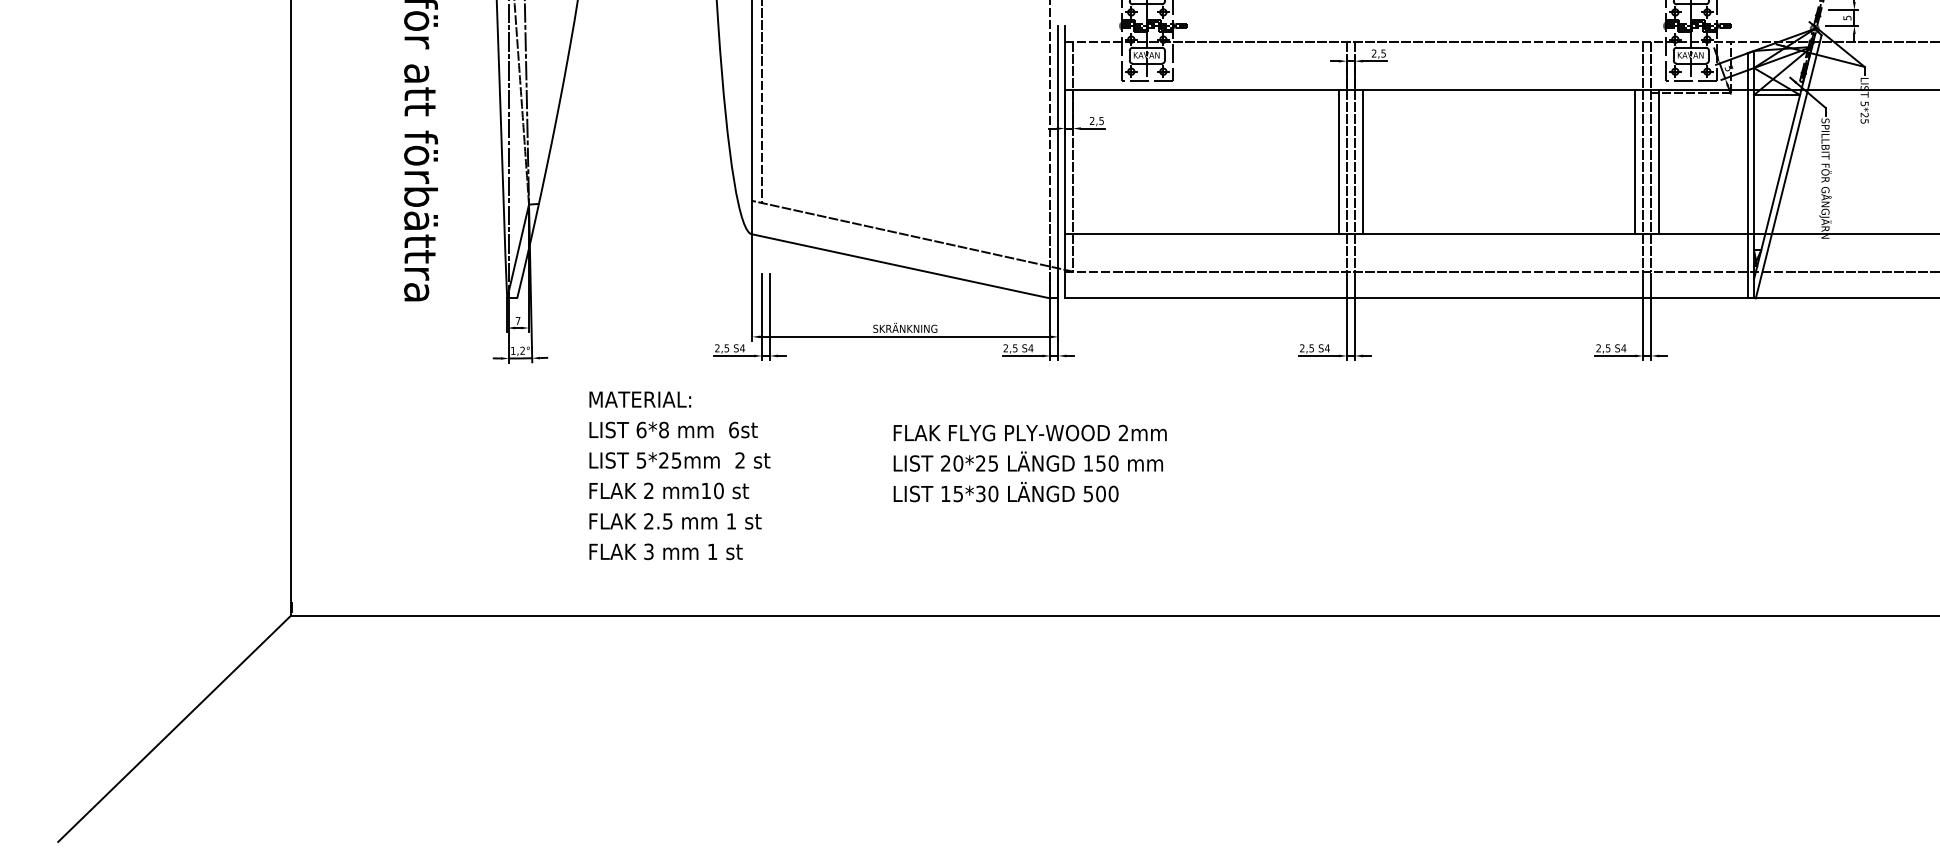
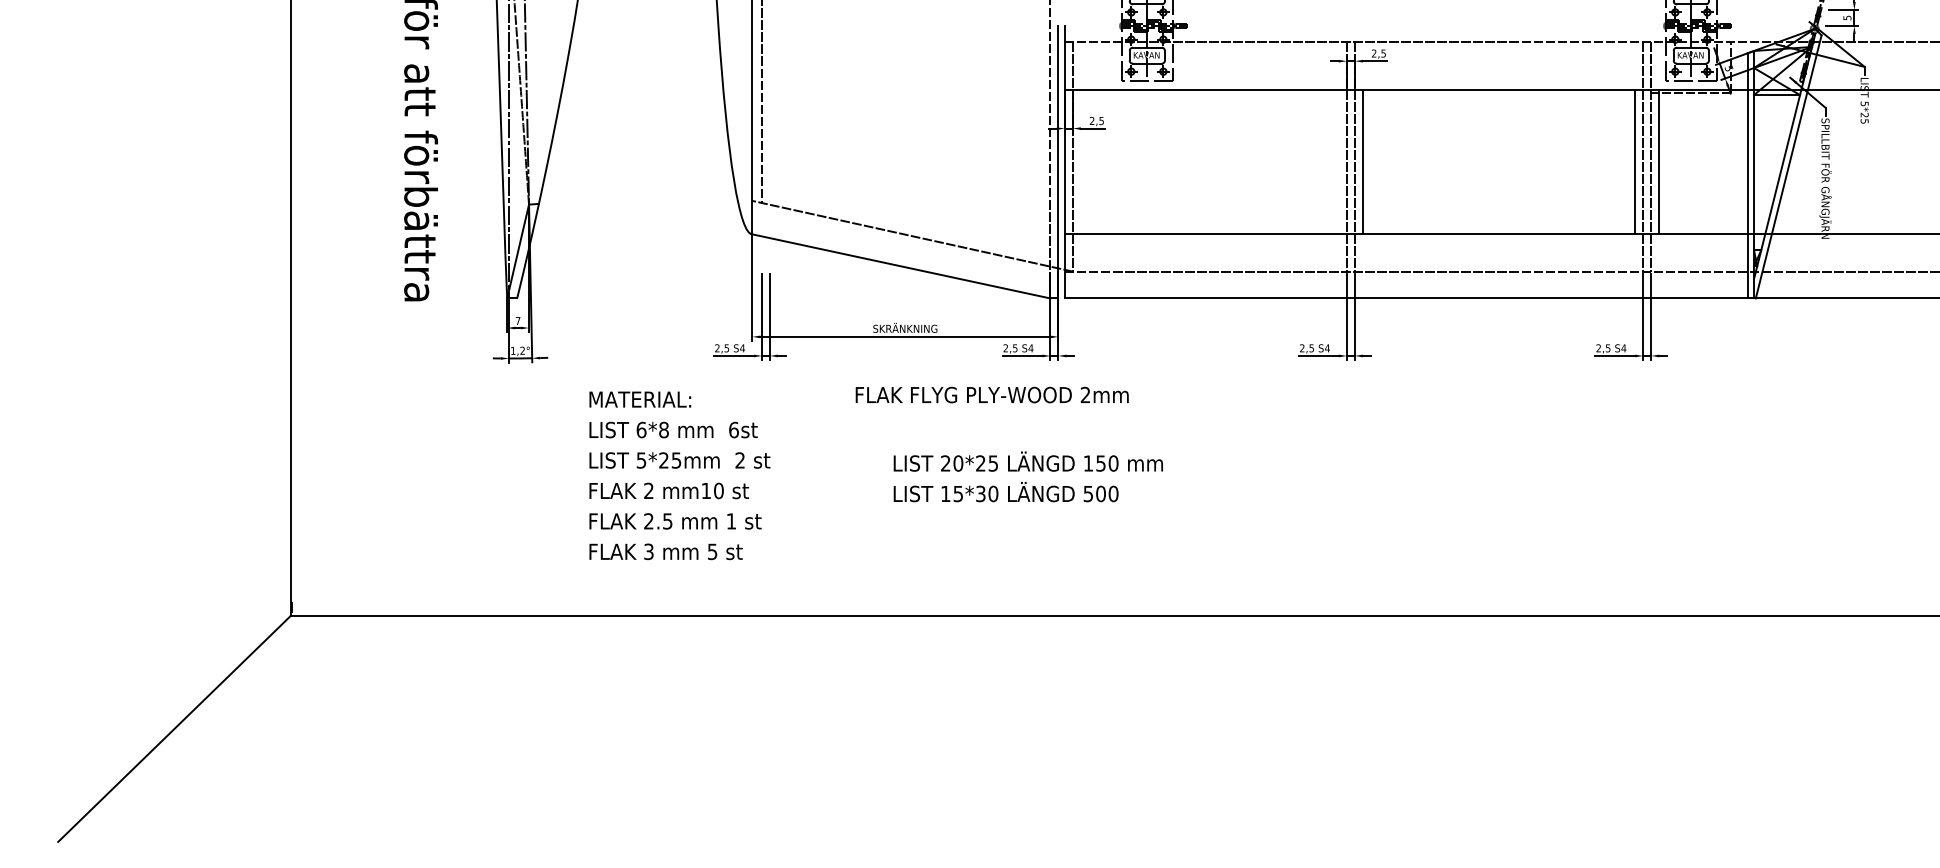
line at (1338, 162): present -> none
text at (1029, 432) position: (1029, 432) -> (991, 394)
text at (712, 551): 1 -> 5
